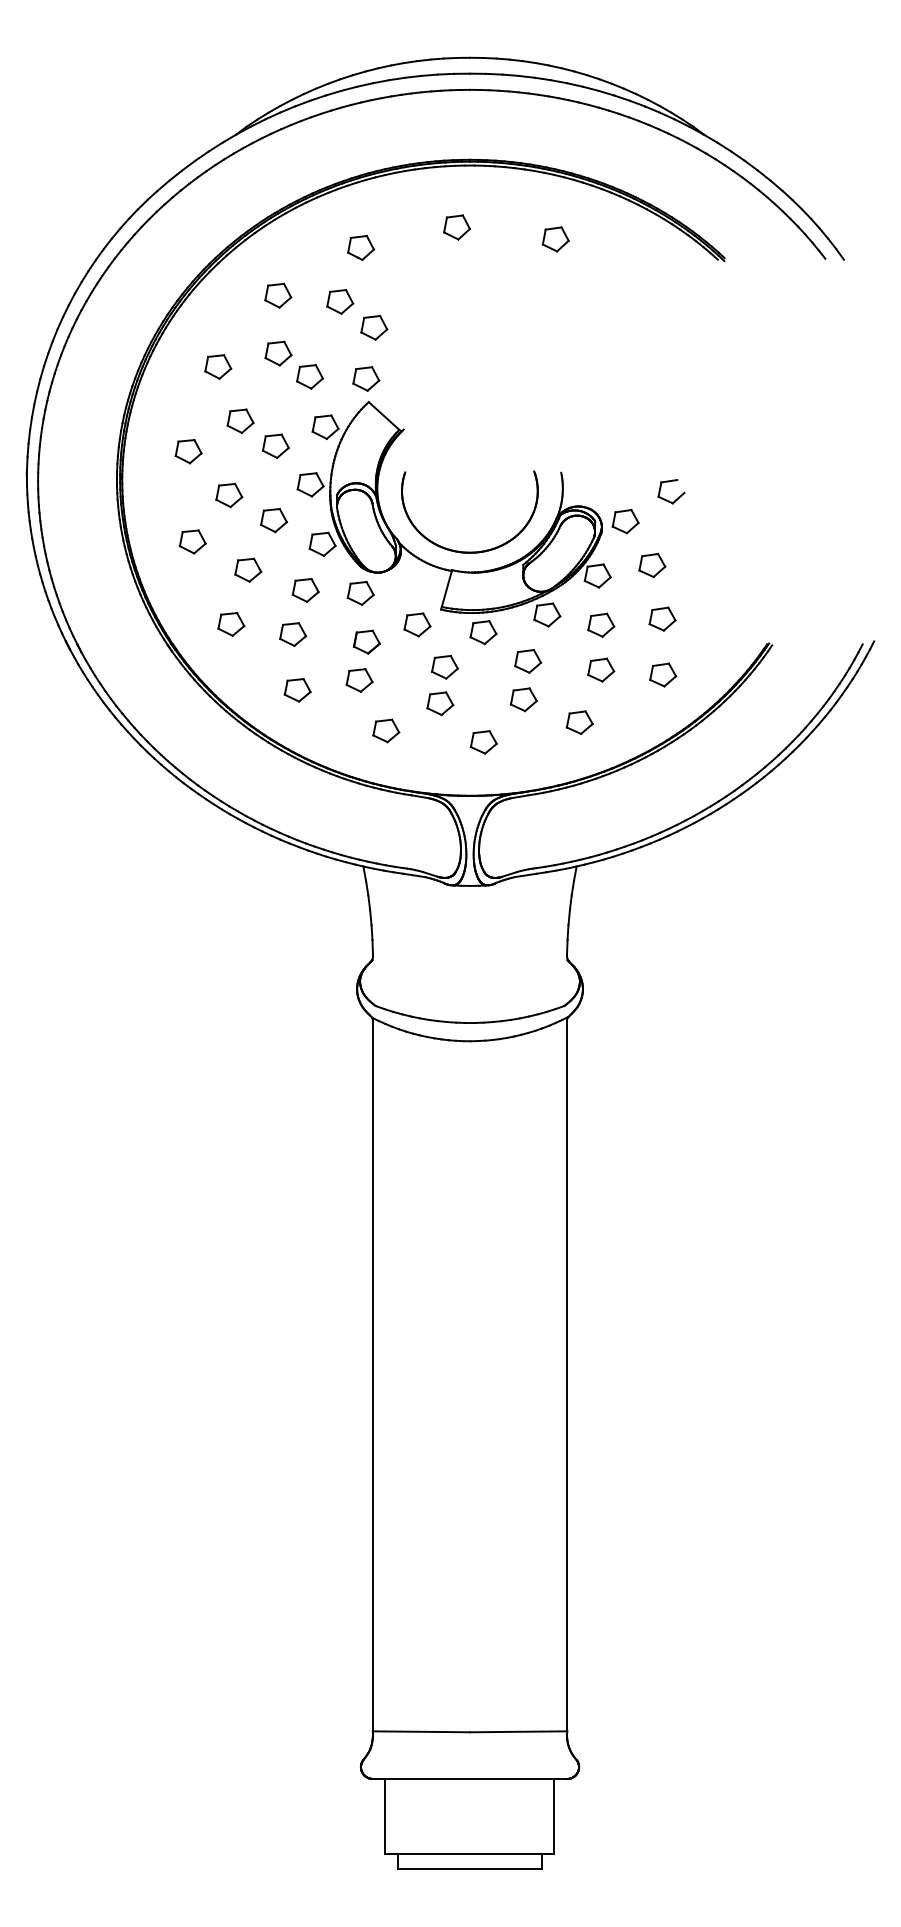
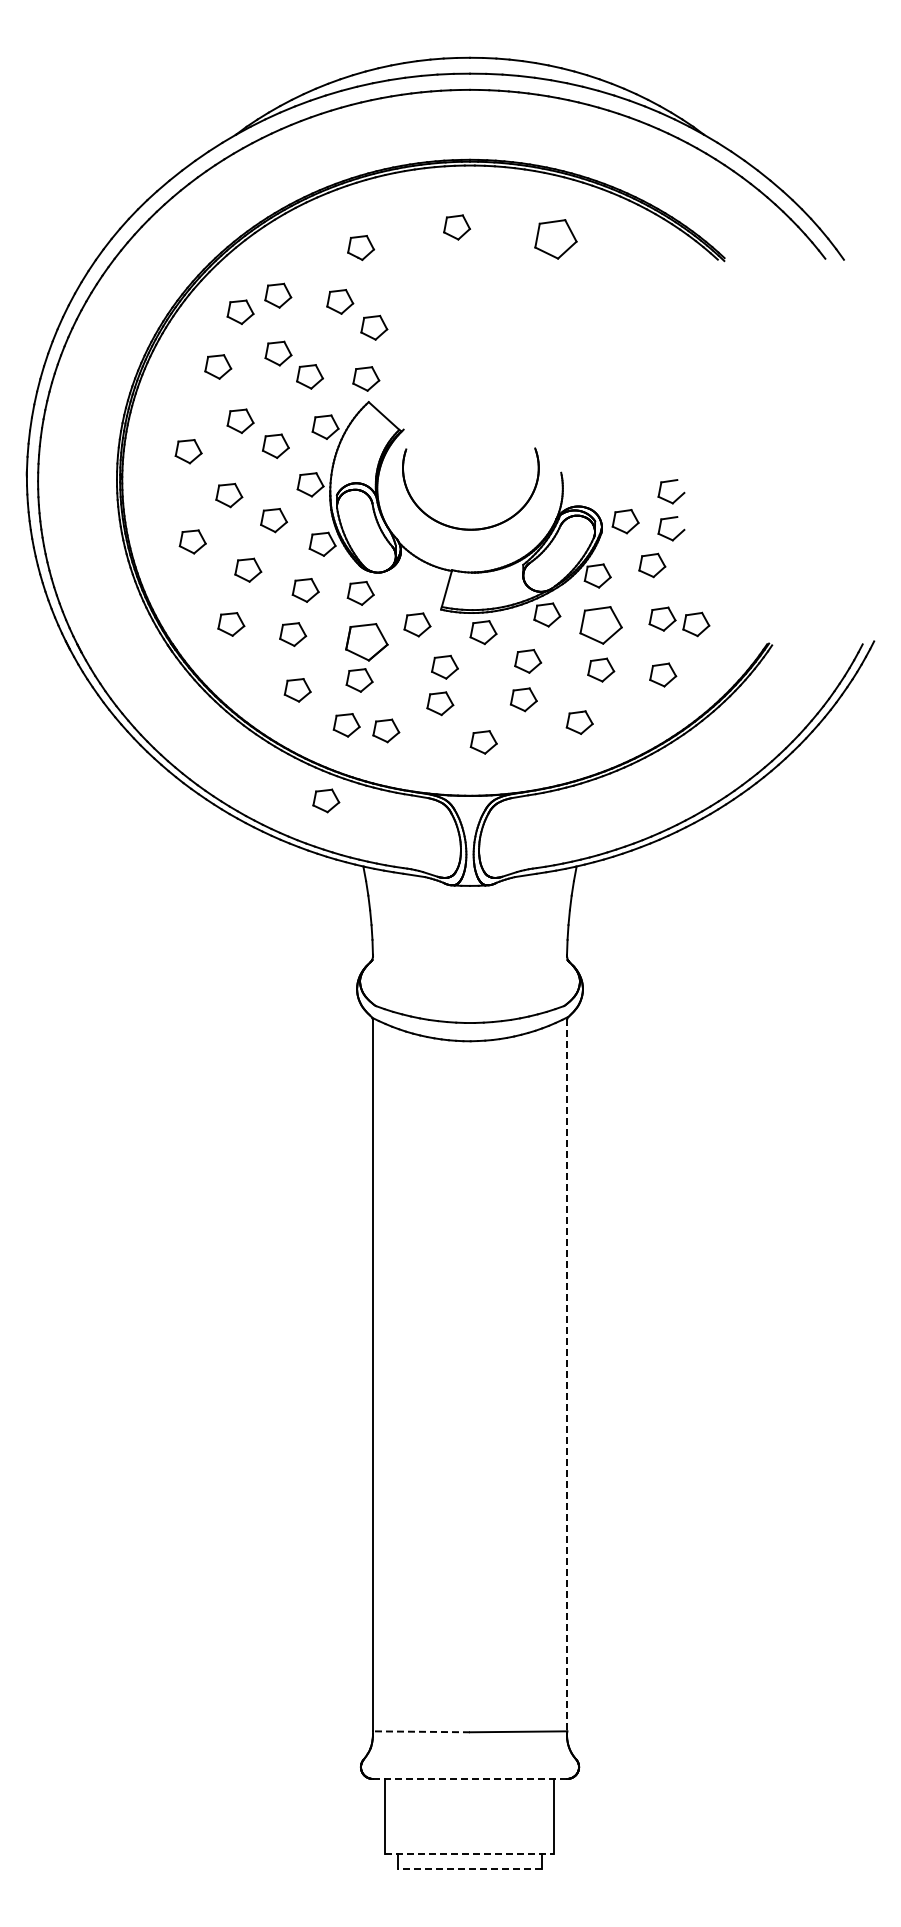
part at (555, 239) size: 29x27 px -> 44x41 px
part at (240, 311): none -> present
part at (677, 534): none -> present
part at (469, 551) position: (469, 551) -> (470, 528)
part at (601, 624) size: 29x26 px -> 44x39 px
part at (696, 624): none -> present
part at (366, 641) size: 28x26 px -> 44x39 px
part at (346, 725): none -> present
part at (326, 800): none -> present
line at (567, 1375): solid -> dashed
line at (421, 1731): solid -> dashed
line at (469, 1778): solid -> dashed
line at (470, 1853): solid -> dashed
line at (469, 1869): solid -> dashed
